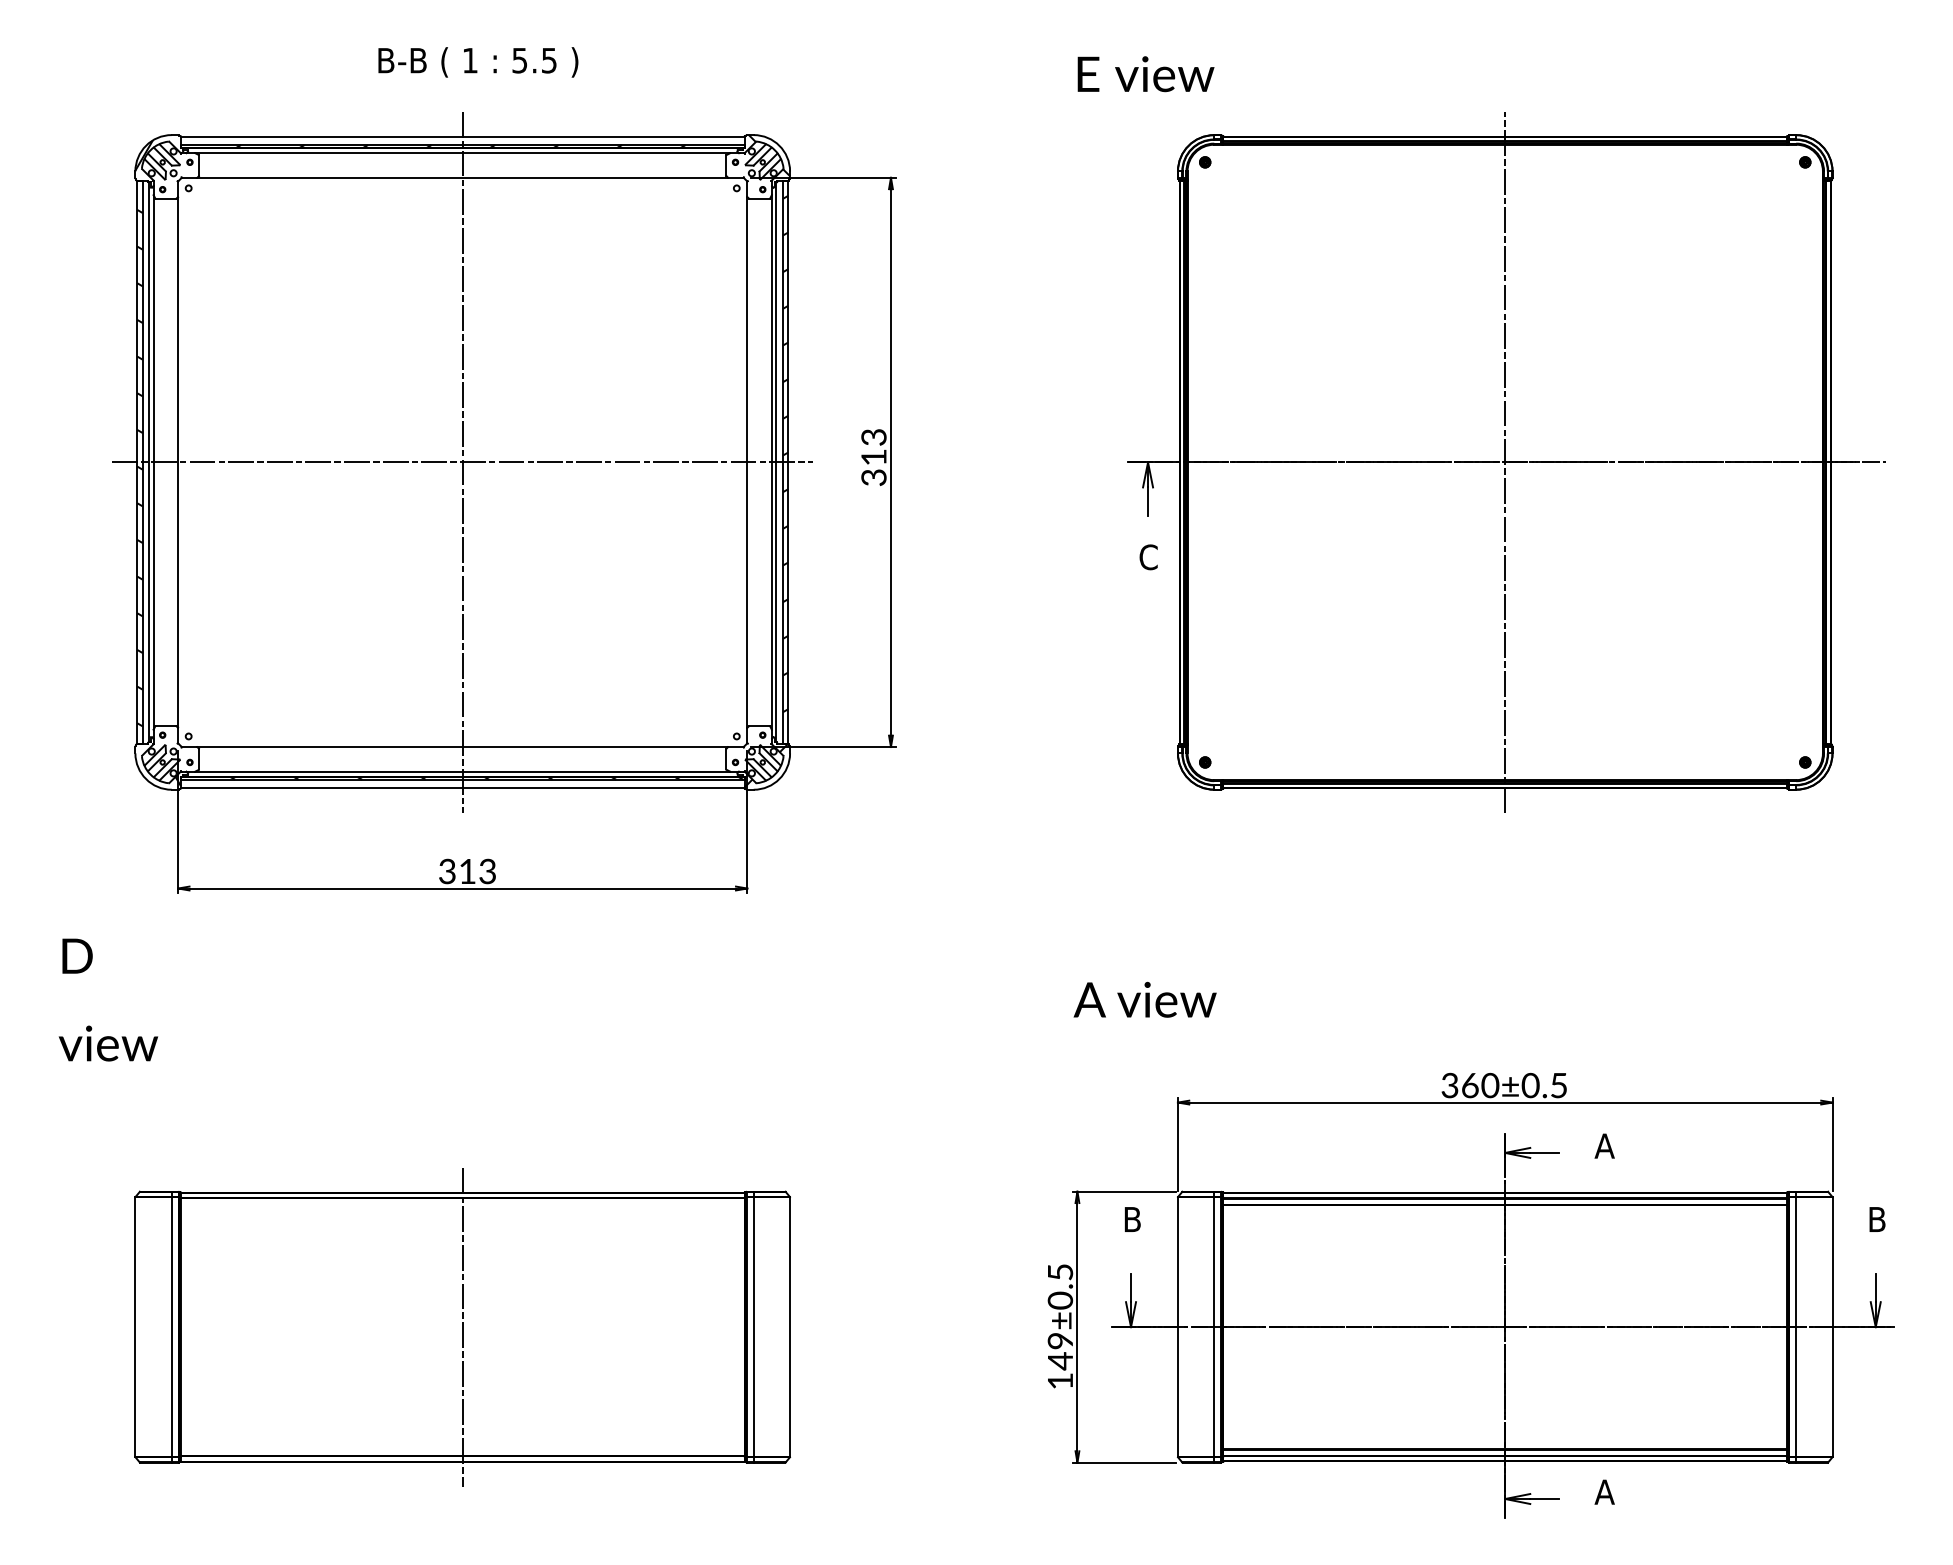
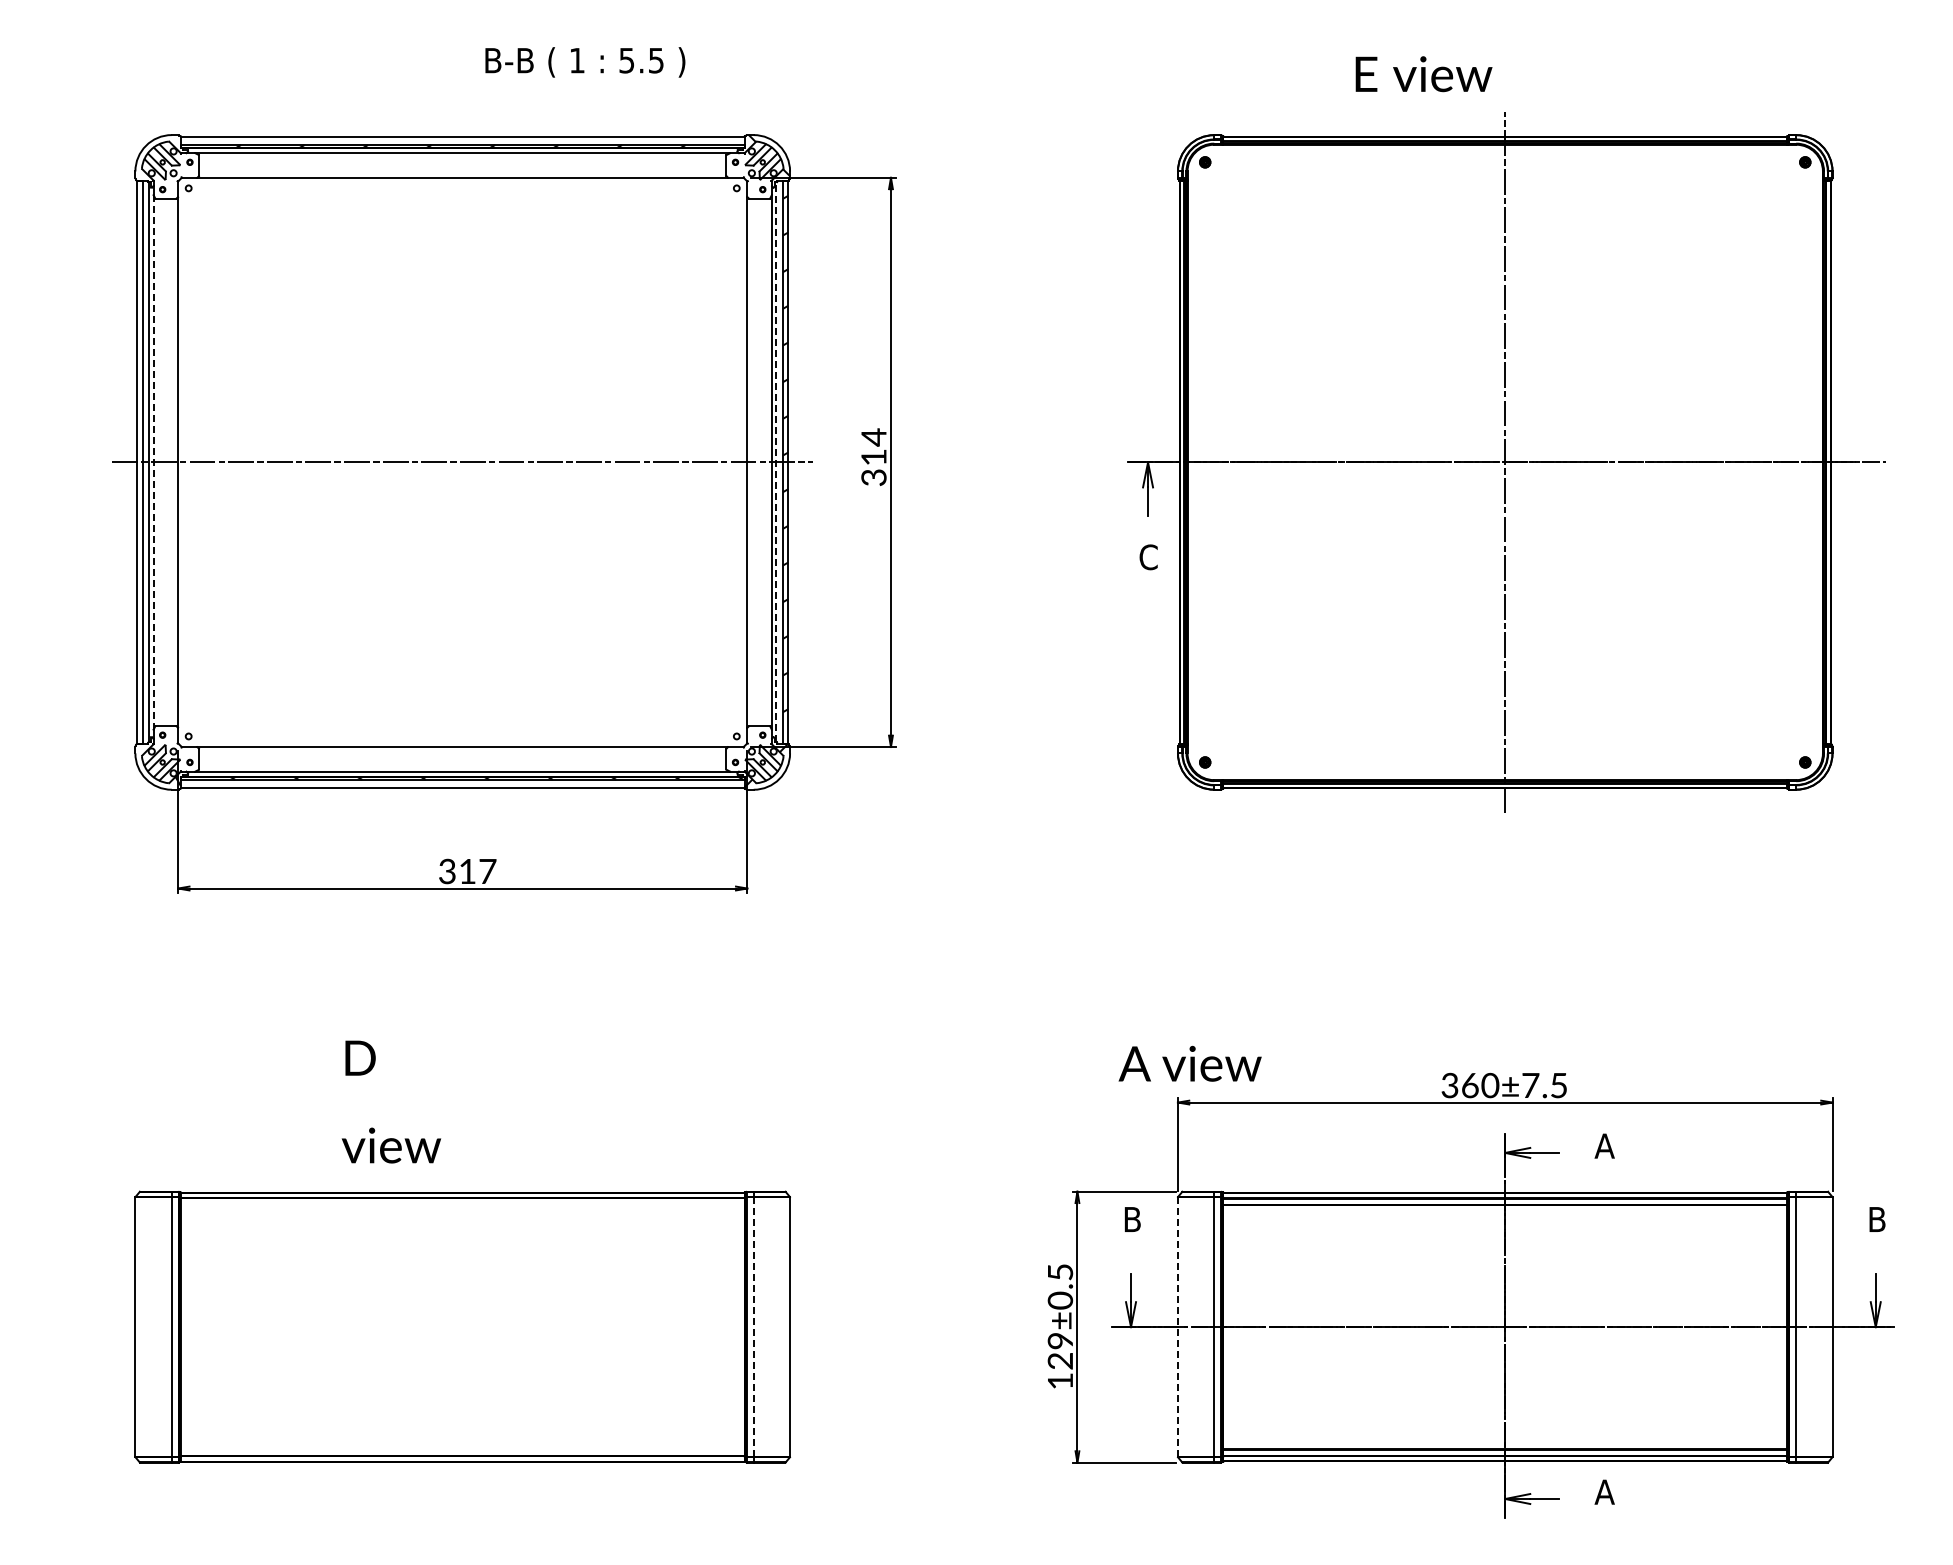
text at (478, 62) position: (478, 62) -> (585, 62)
text at (1145, 74) position: (1145, 74) -> (1423, 74)
hatch at (159, 155): present -> none
text at (873, 437): 313 -> 314
line at (153, 461): solid -> dashed
line at (462, 461): present -> none
line at (776, 461): solid -> dashed
hatch at (139, 467): present -> none
text at (487, 871): 313 -> 317
text at (108, 999) position: (108, 999) -> (391, 1101)
text at (1144, 999) position: (1144, 999) -> (1189, 1063)
text at (1530, 1085): 360±0.5 -> 360±7.5
line at (462, 1326): present -> none
line at (753, 1327): solid -> dashed
line at (1177, 1327): solid -> dashed
text at (1059, 1361): 149±0.5 -> 129±0.5
